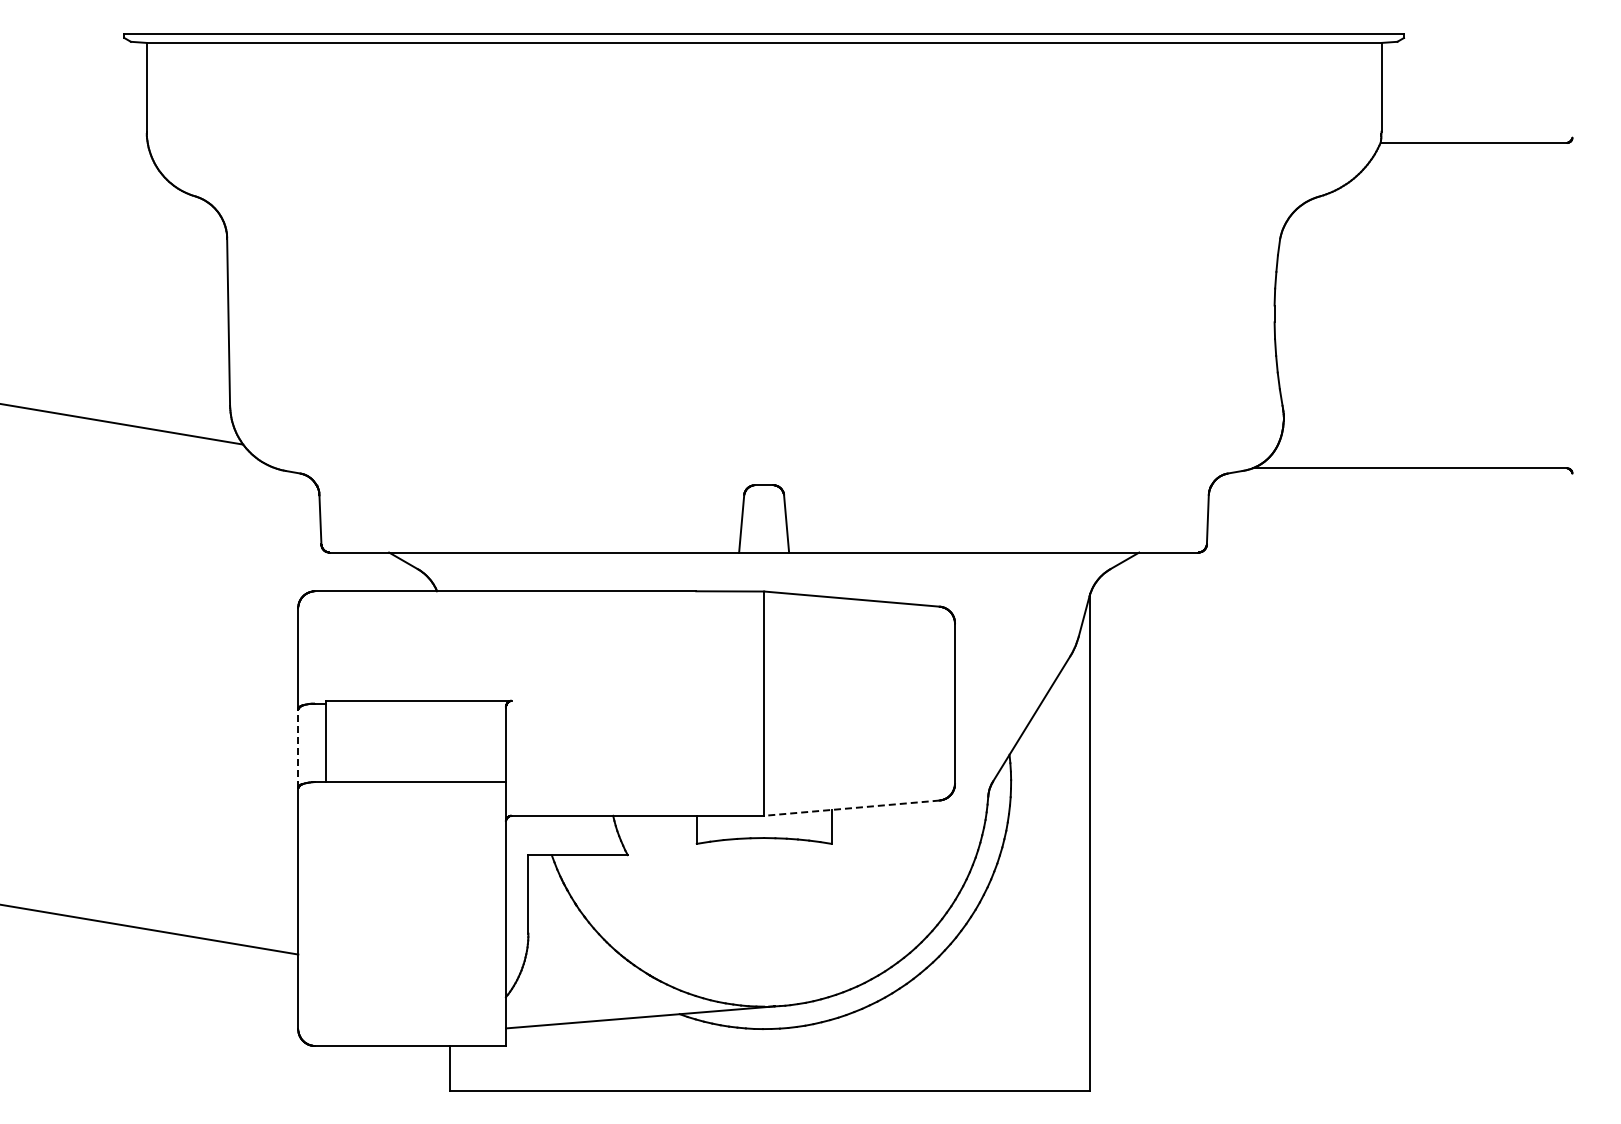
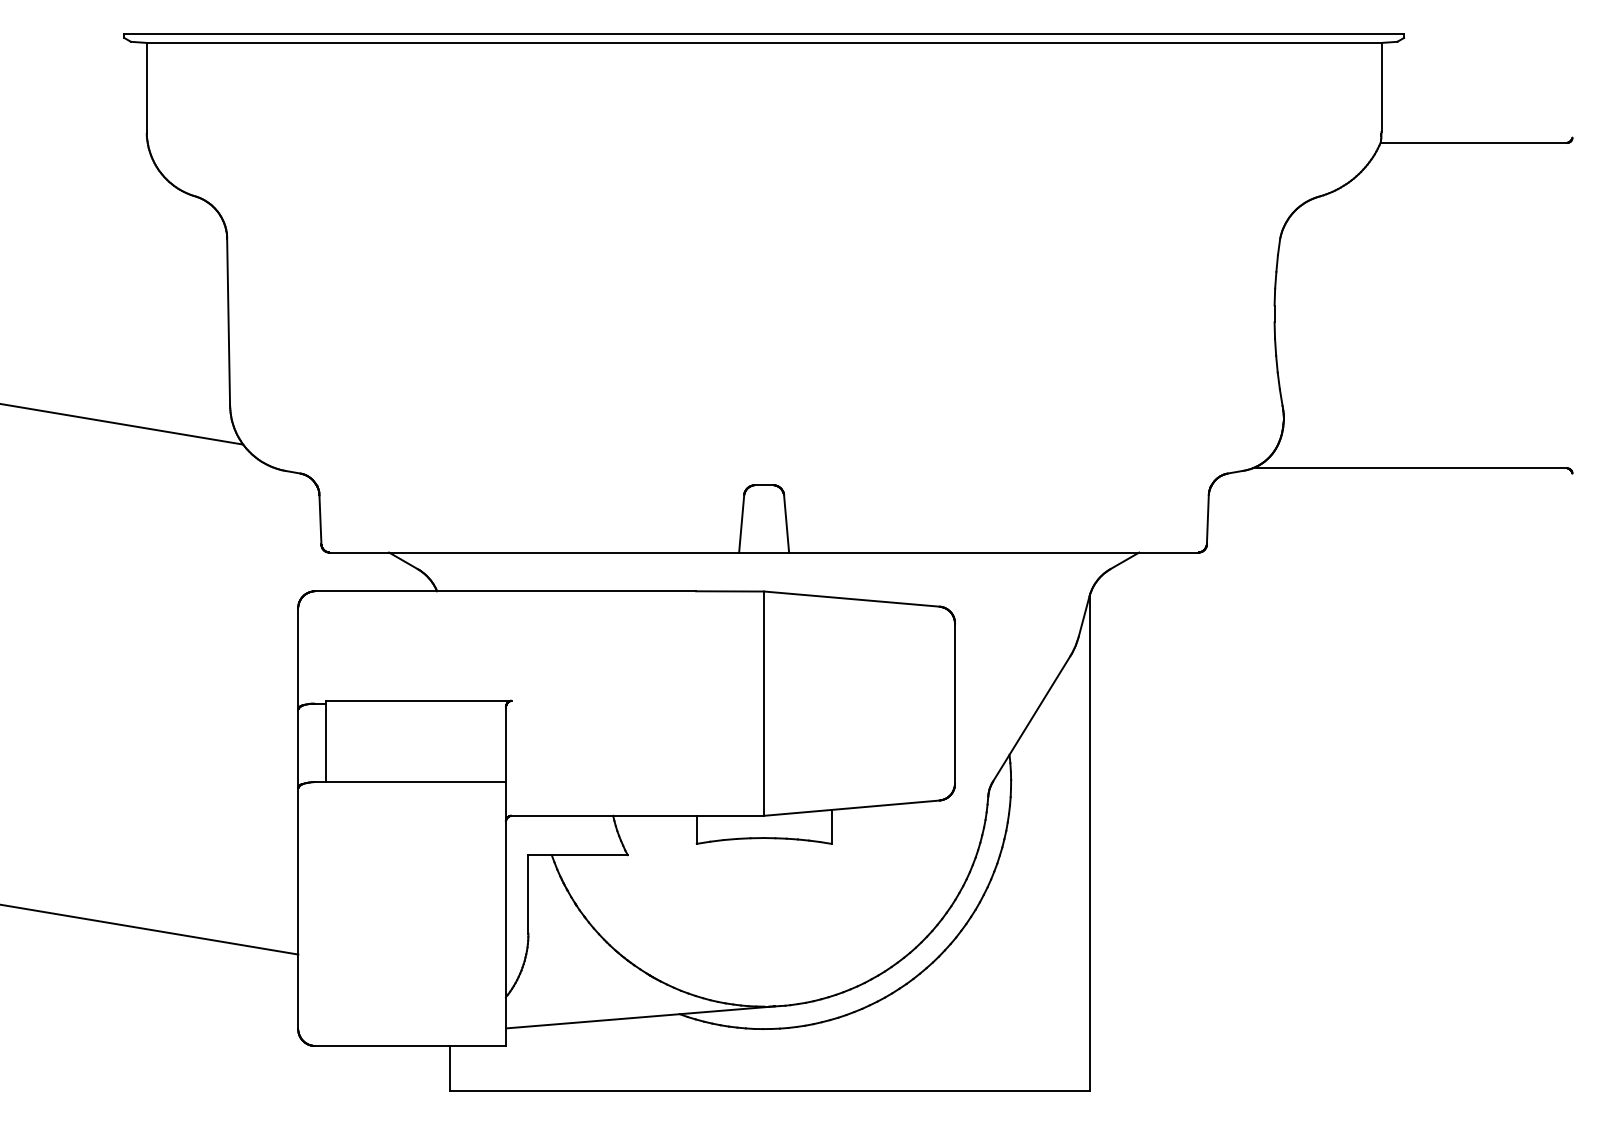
line at (298, 748): dashed -> solid
line at (851, 808): dashed -> solid
